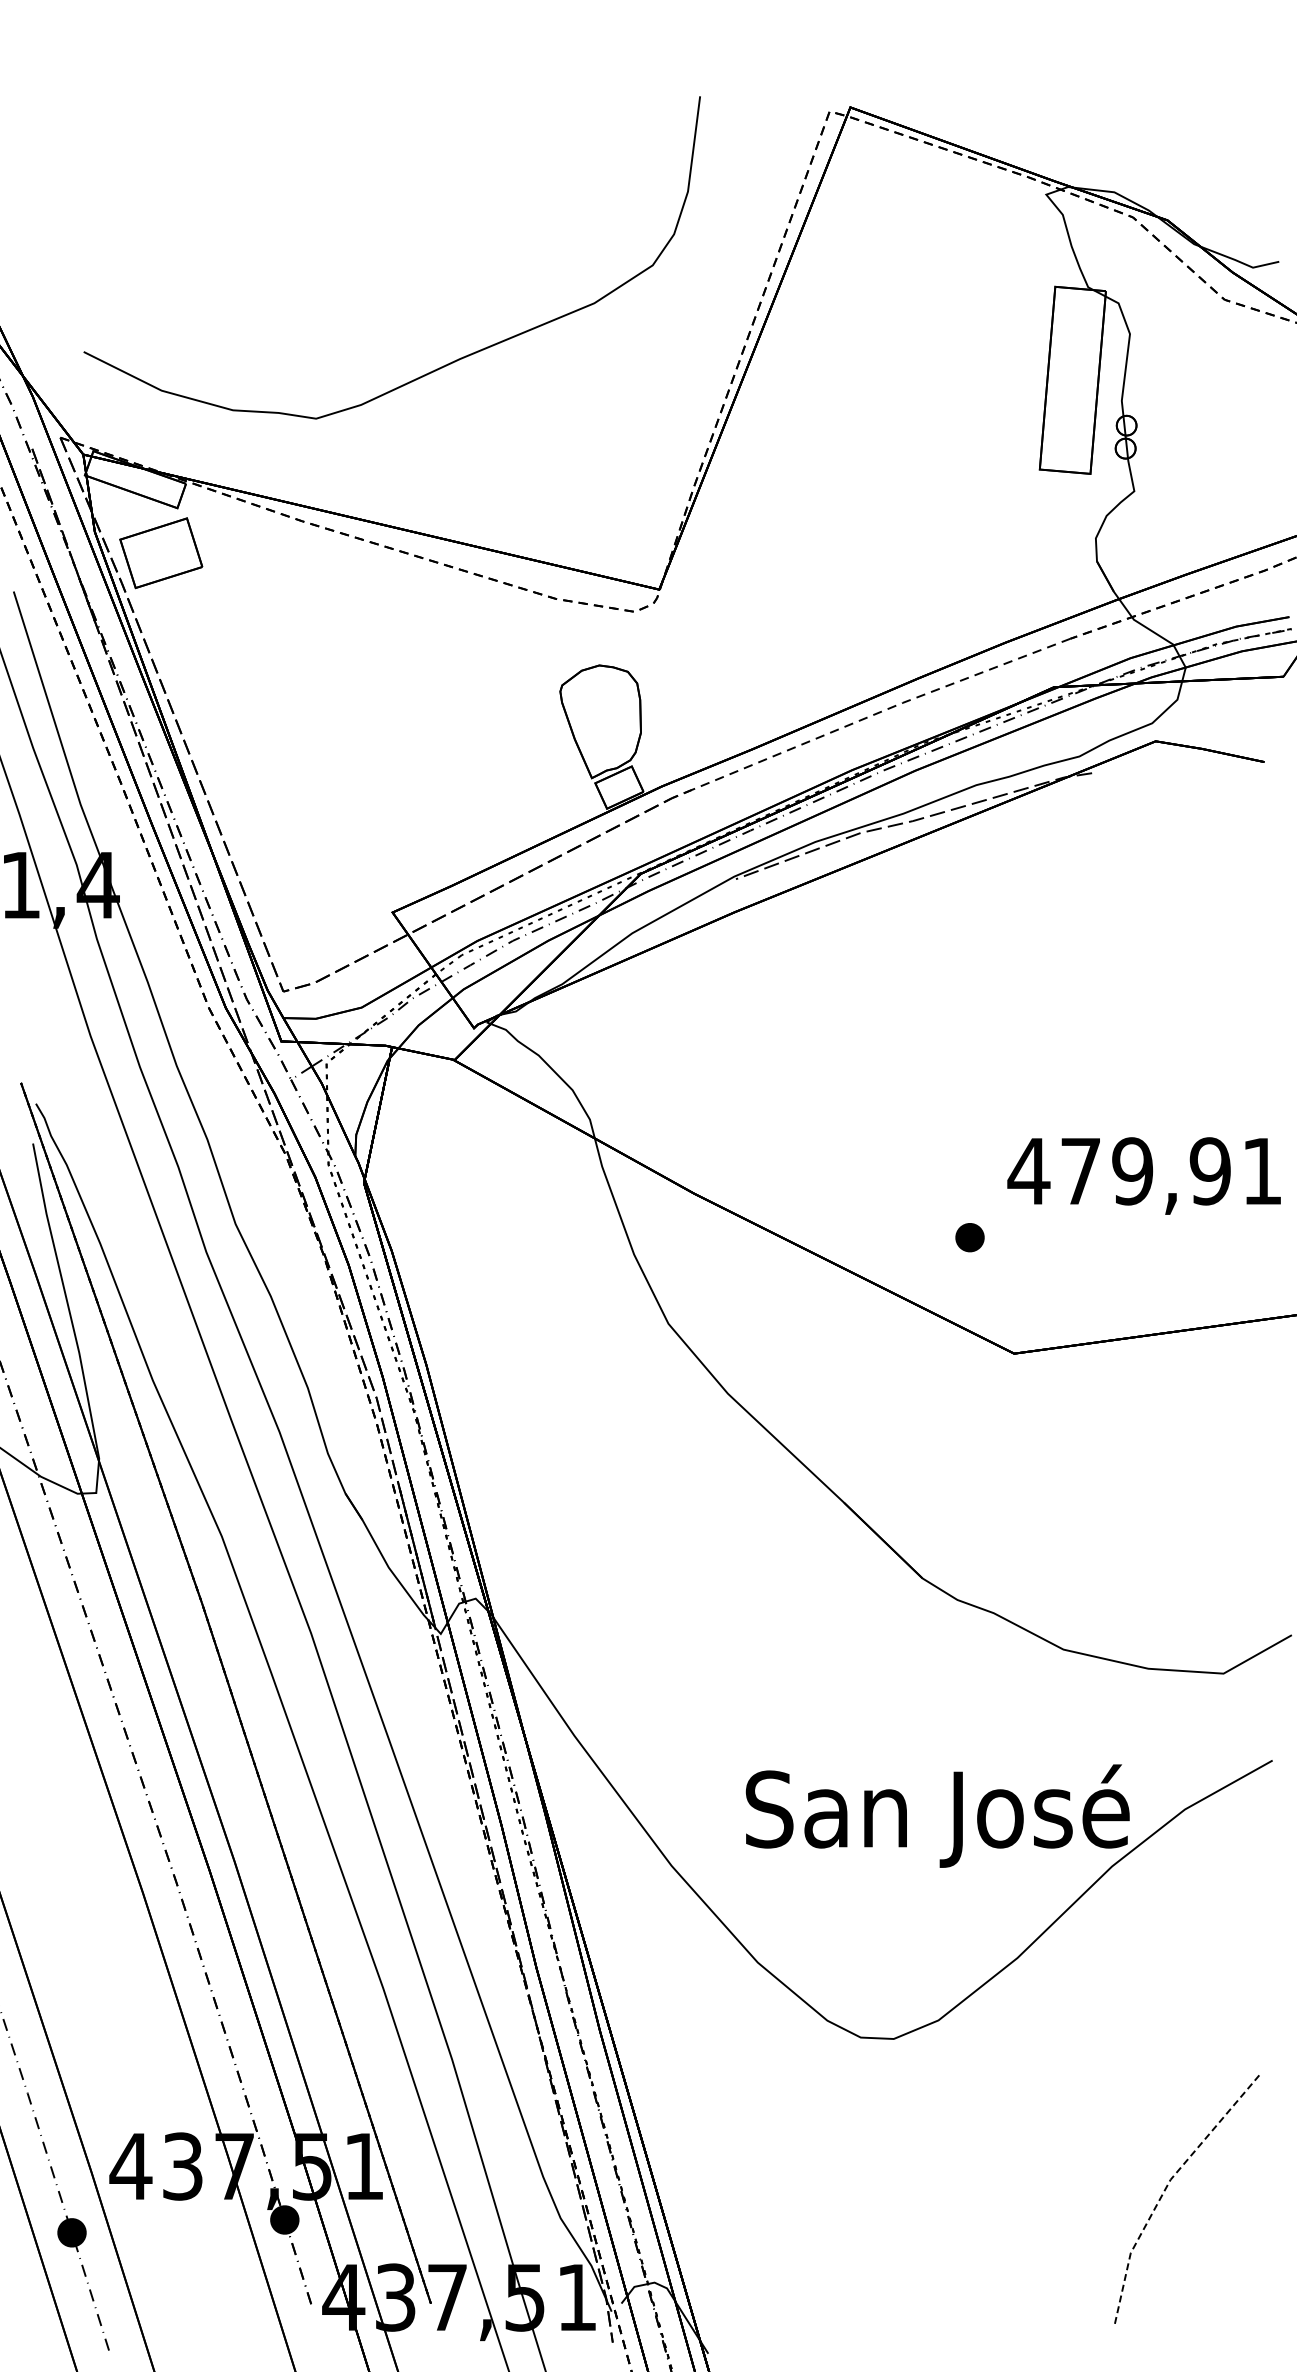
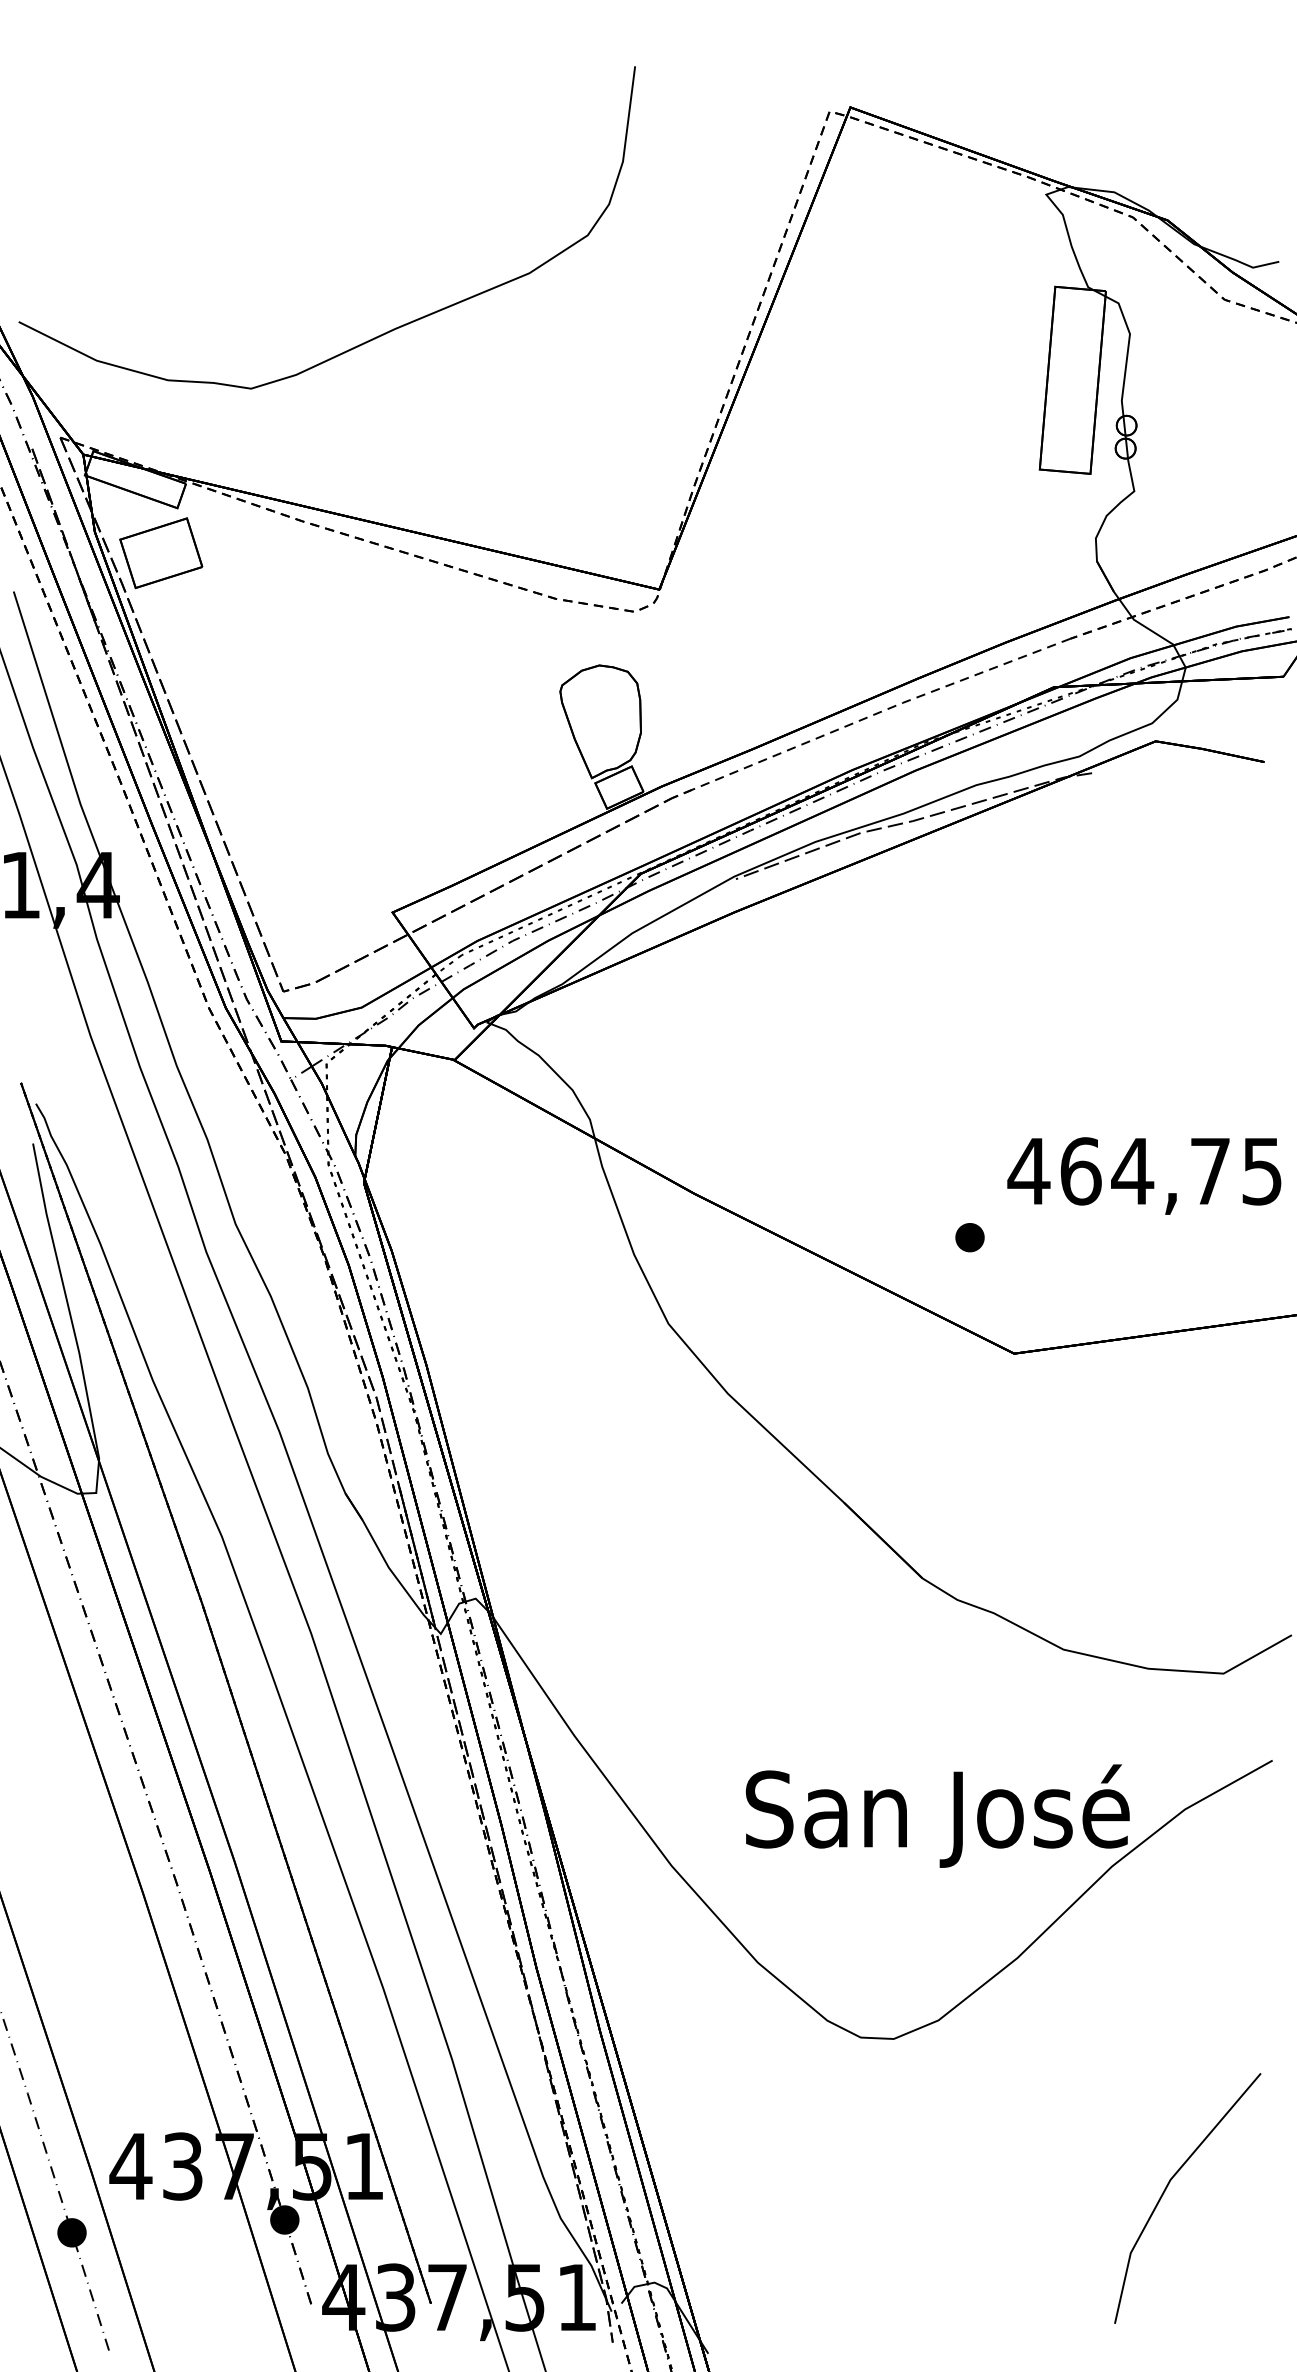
curve at (445, 364) position: (445, 364) -> (380, 334)
text at (1170, 1171): 479,91 -> 464,75
line at (1166, 2186): dashed -> solid
